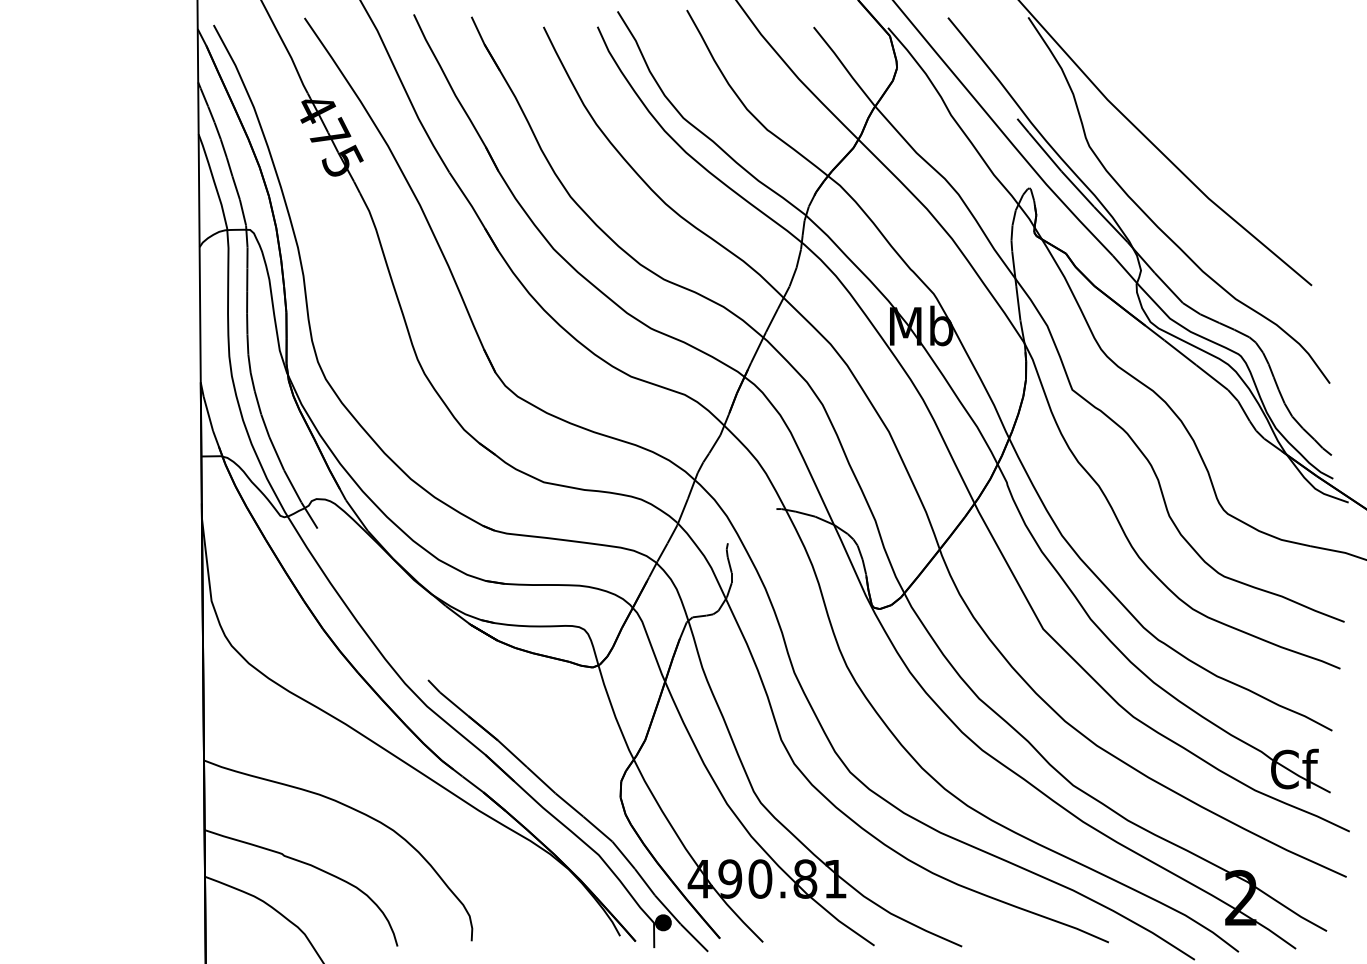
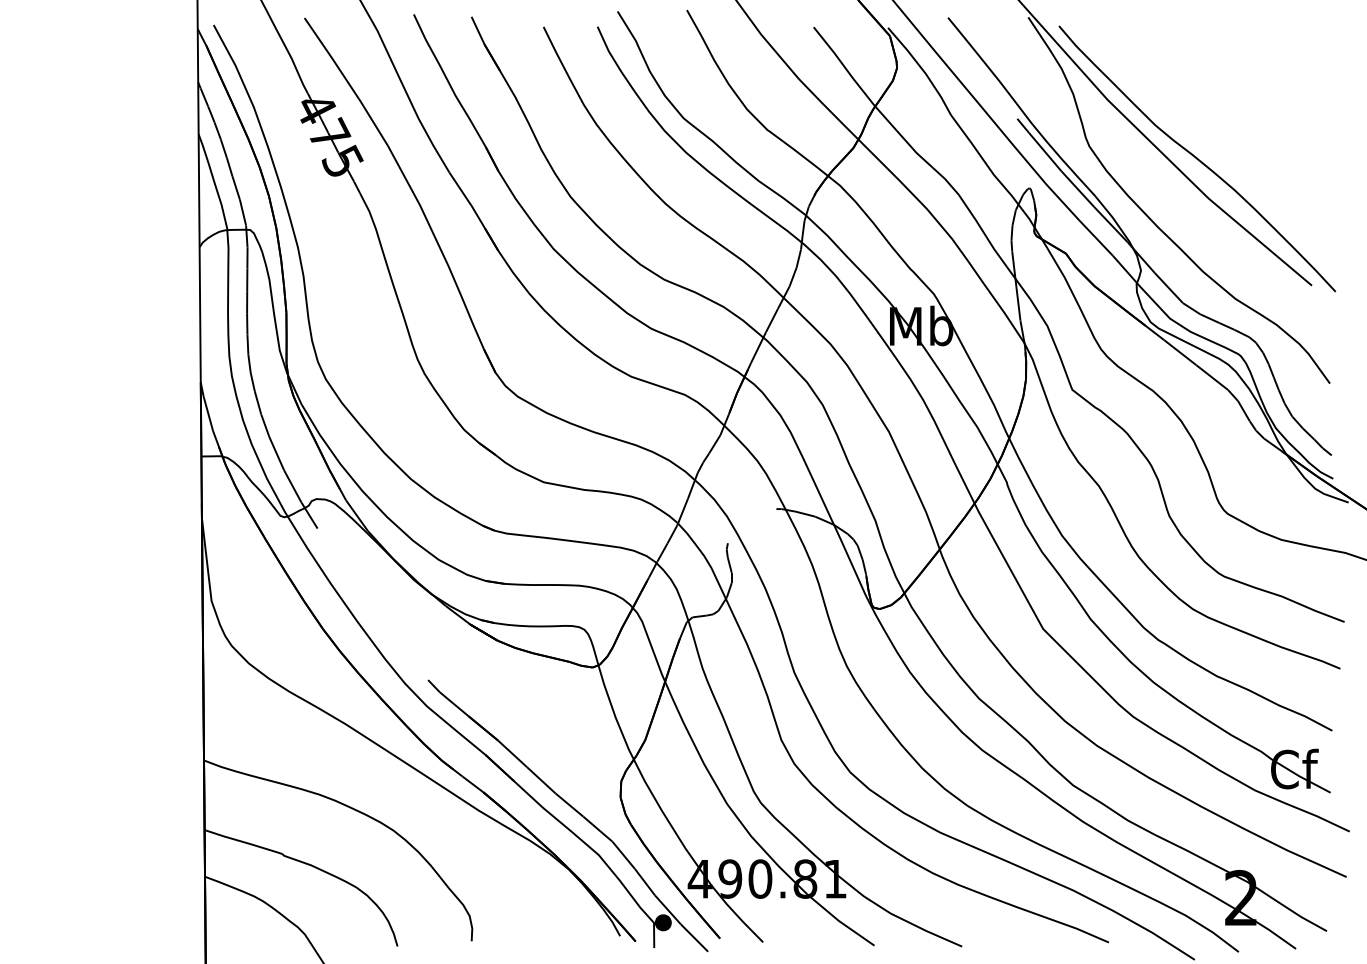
curve at (1197, 158): none -> present
